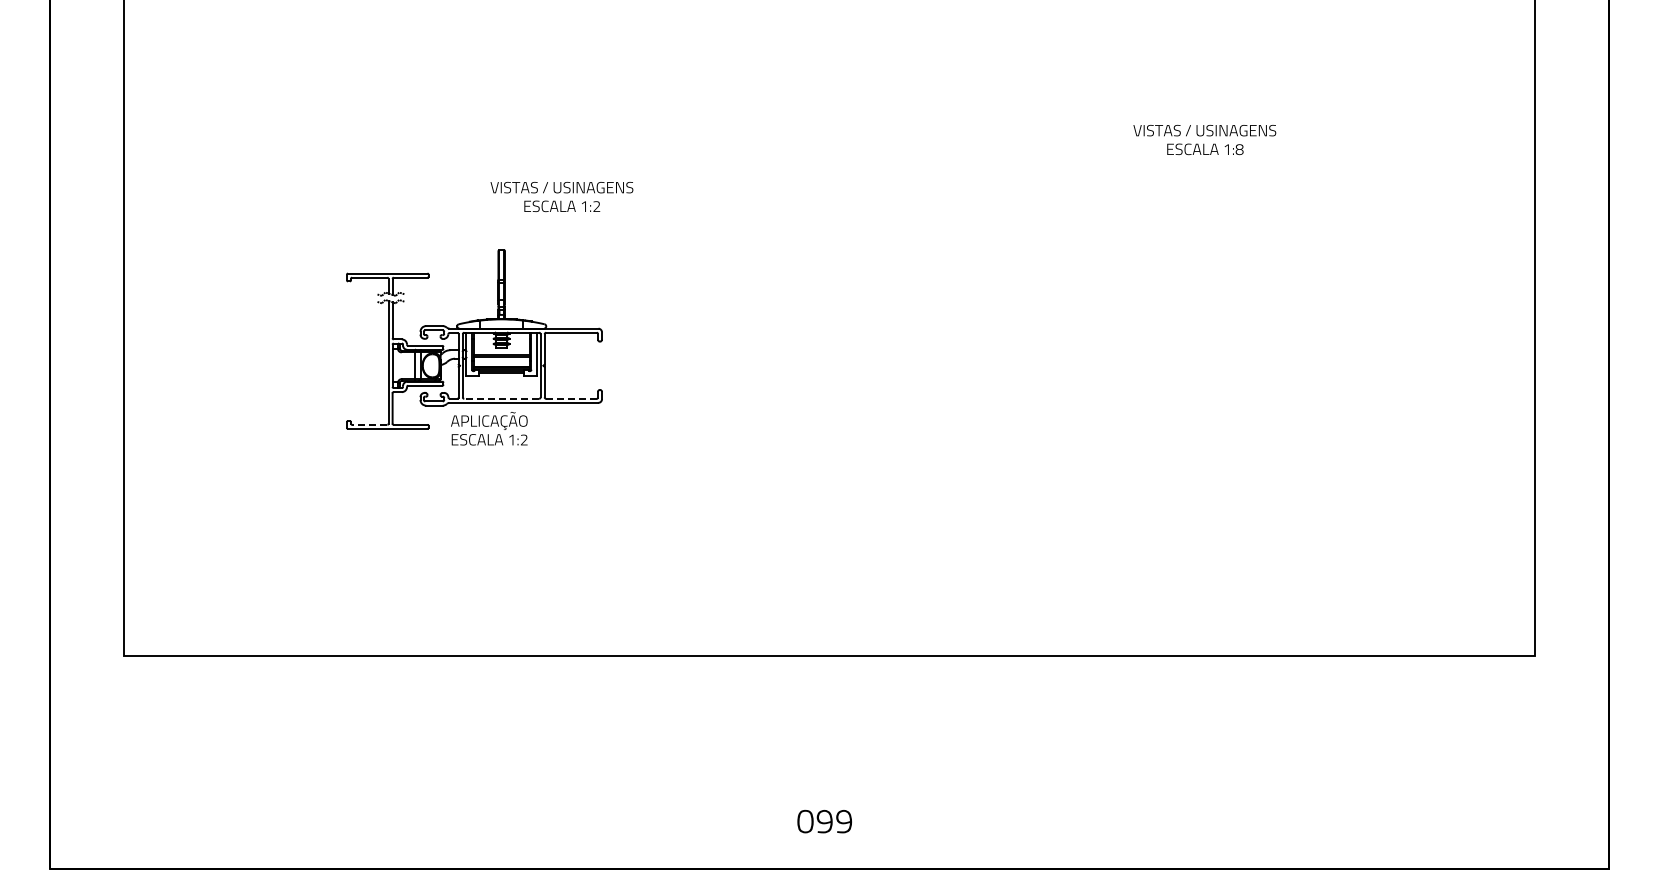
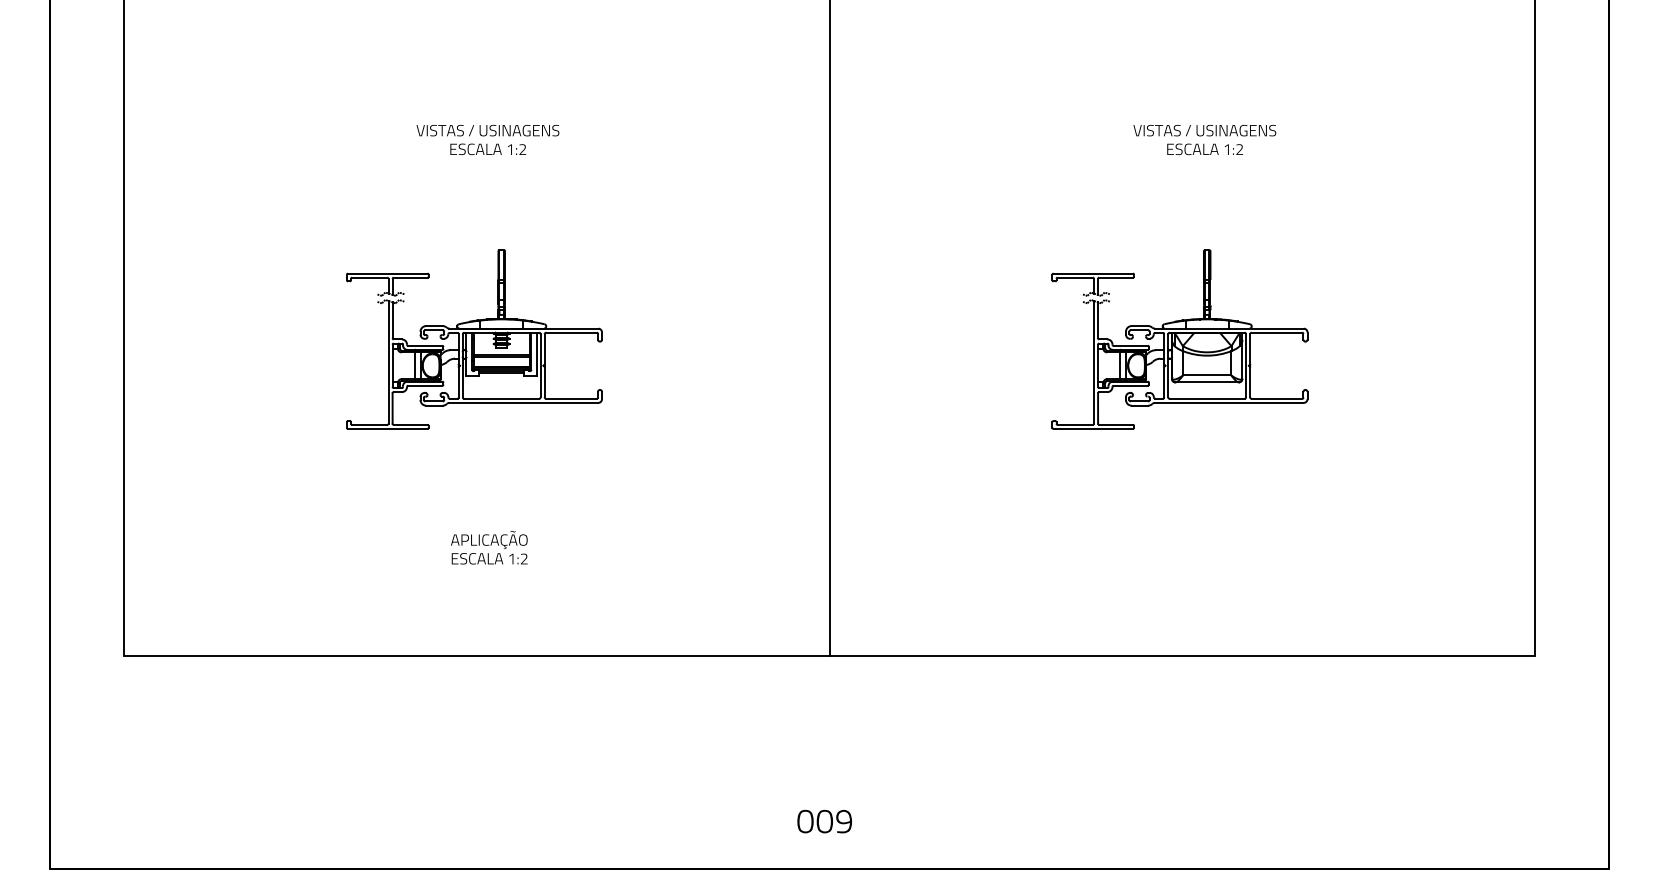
text at (1239, 149): 1:8 -> 1:2
text at (561, 197) position: (561, 197) -> (487, 140)
line at (829, 328): none -> present
part at (1179, 339): none -> present
line at (501, 398): dashed -> solid
line at (572, 398): dashed -> solid
line at (369, 424): dashed -> solid
text at (489, 428) position: (489, 428) -> (489, 547)
text at (824, 821): 099 -> 009
